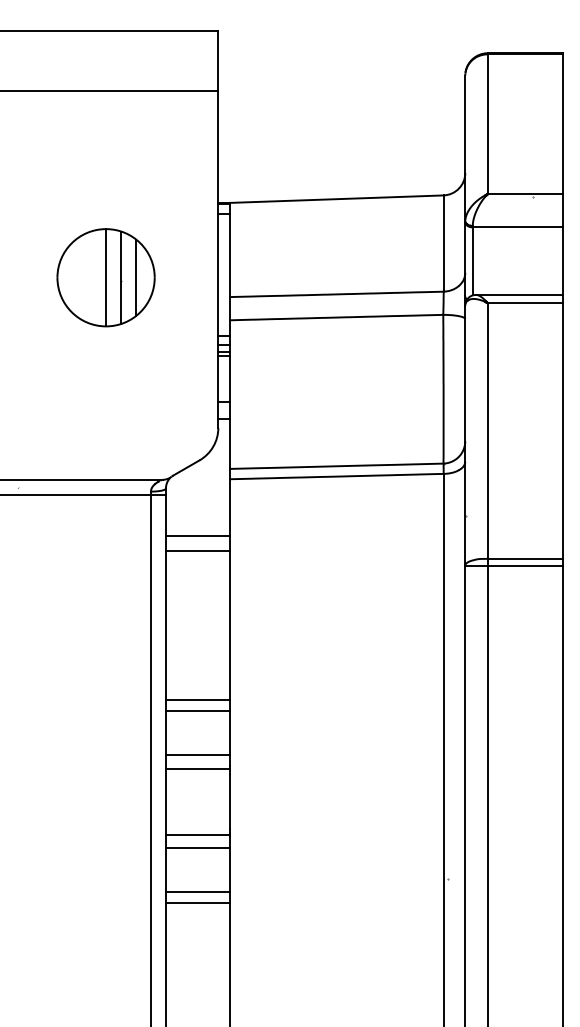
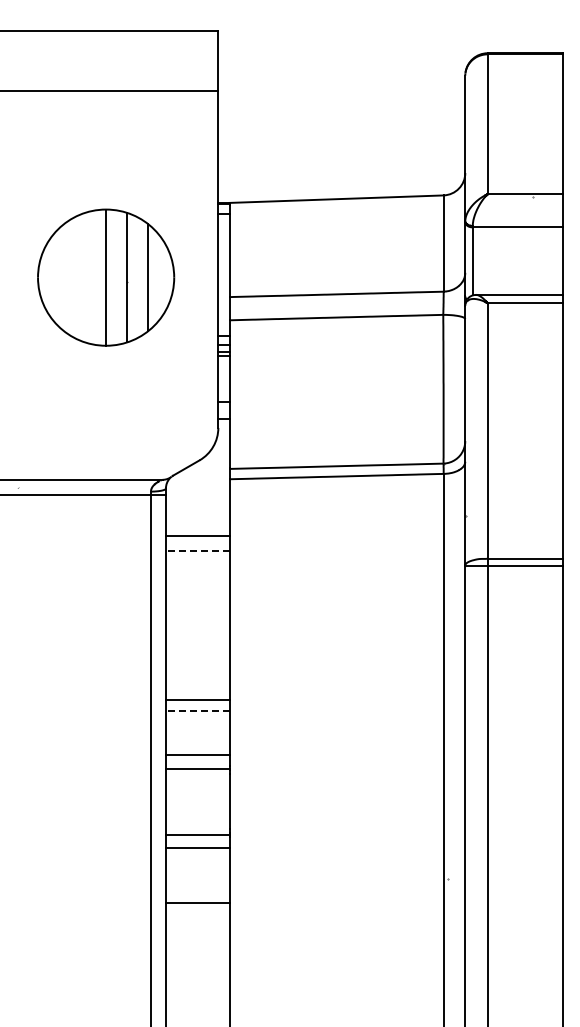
part at (105, 277) size: 100x100 px -> 139x139 px
line at (197, 550): solid -> dashed
line at (197, 710): solid -> dashed
line at (197, 892): present -> none
